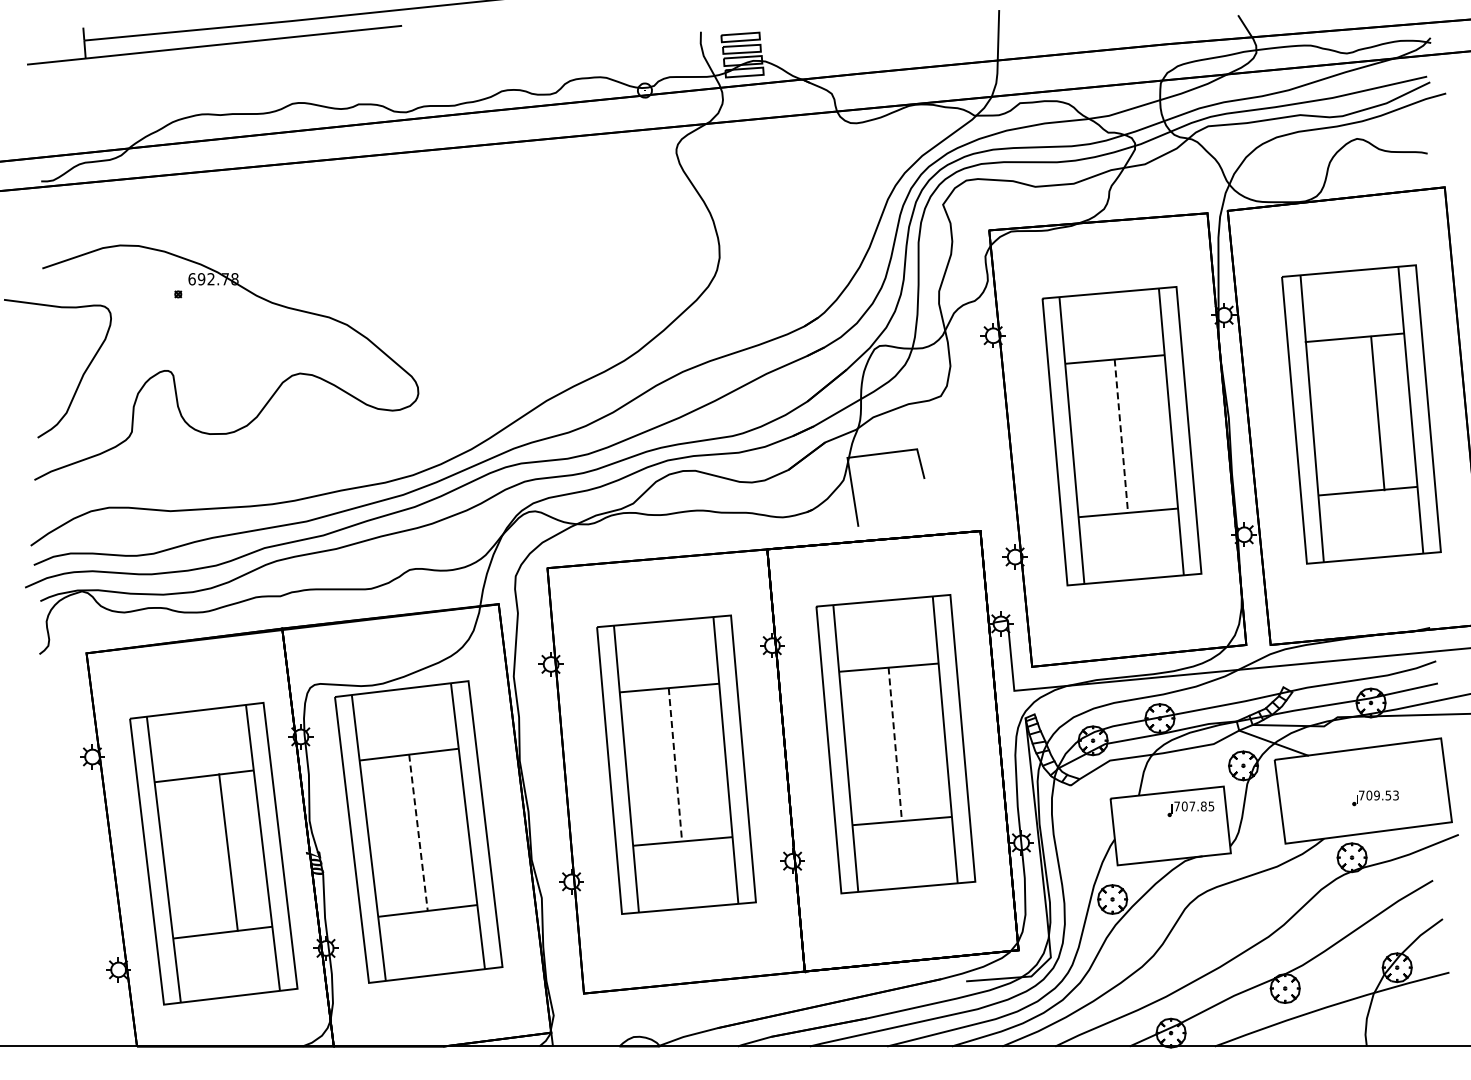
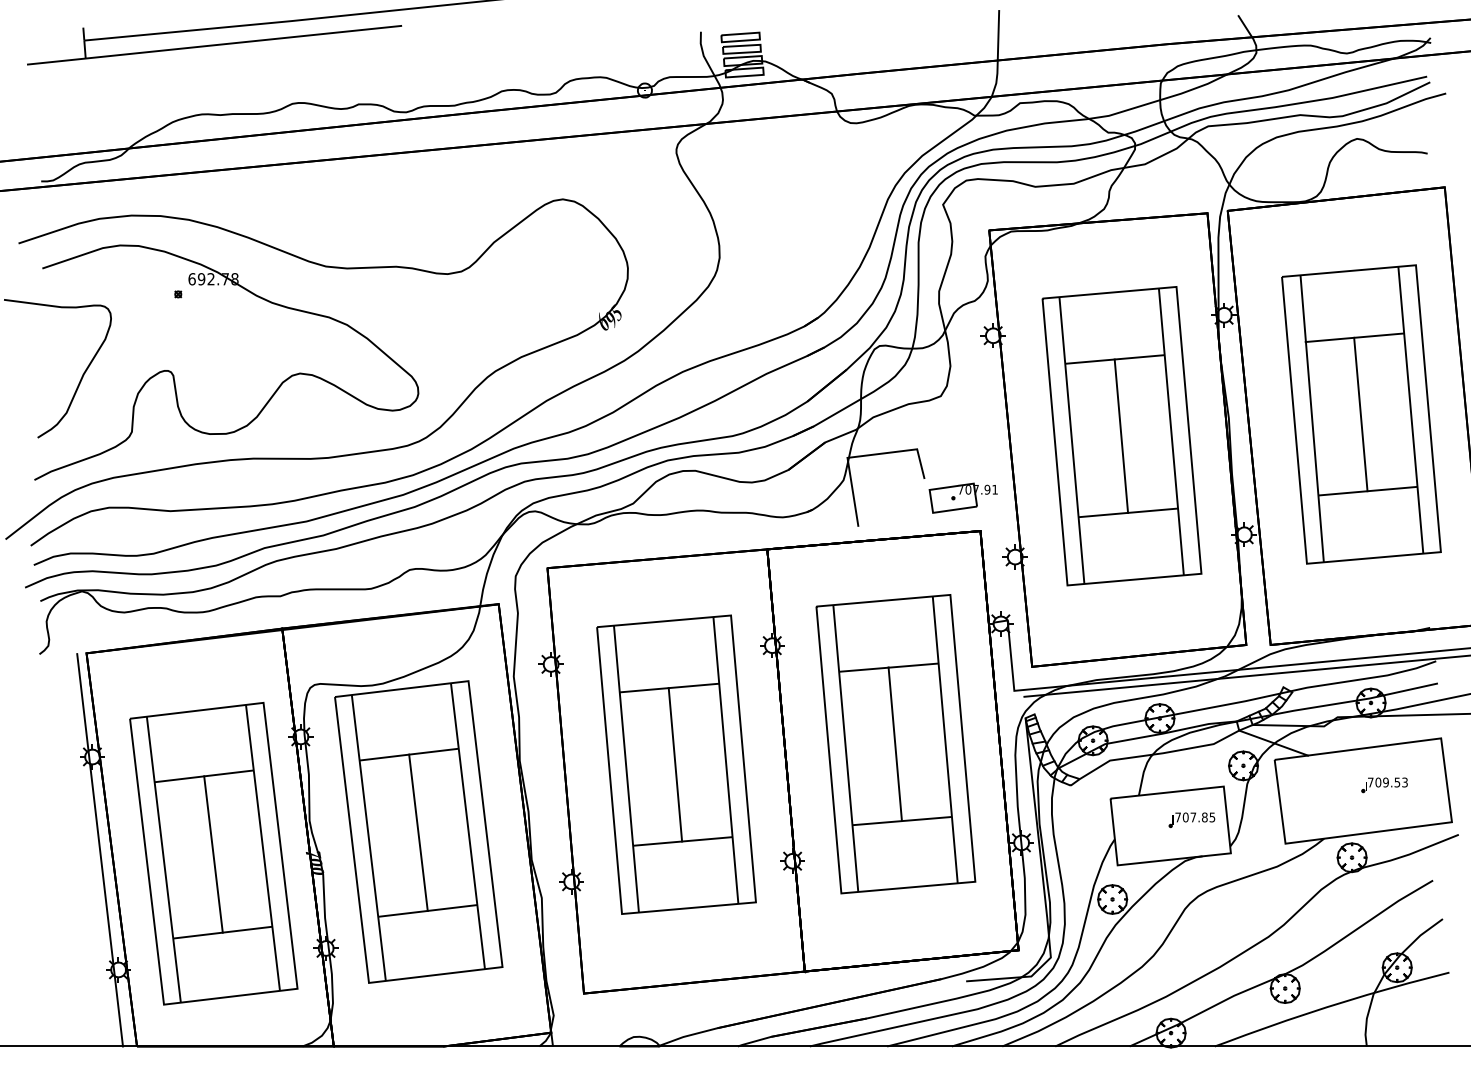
line at (1377, 413) position: (1377, 413) -> (1360, 414)
line at (1121, 436): dashed -> solid
part at (329, 456): none -> present
part at (962, 497): none -> present
line at (1245, 675): none -> present
line at (895, 744): dashed -> solid
line at (675, 764): dashed -> solid
part at (1375, 798) position: (1375, 798) -> (1384, 785)
part at (1190, 808) position: (1190, 808) -> (1191, 819)
line at (418, 832): dashed -> solid
line at (100, 850): none -> present
line at (228, 852) position: (228, 852) -> (213, 854)
